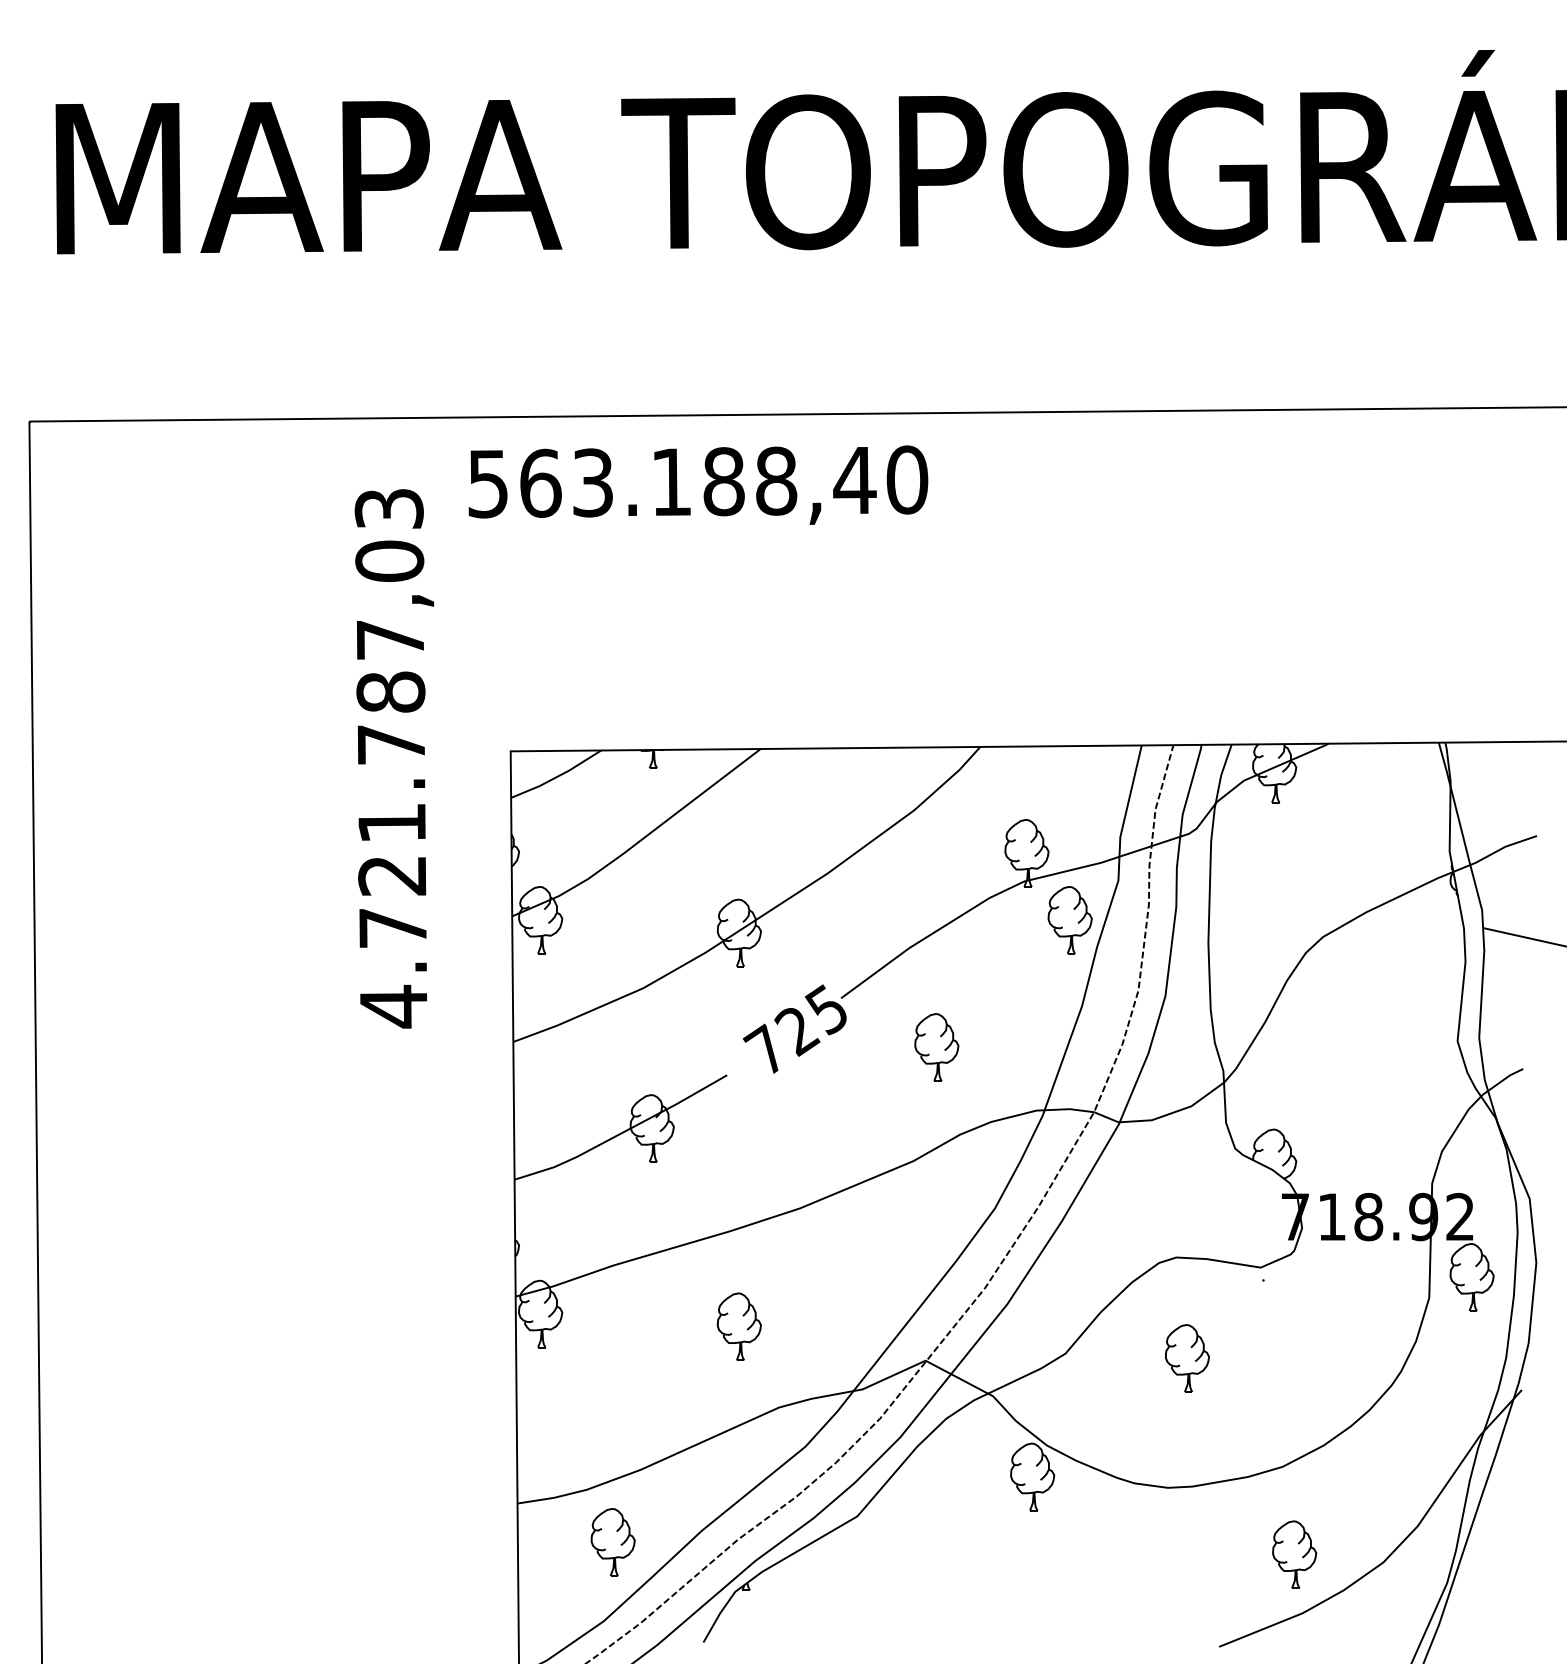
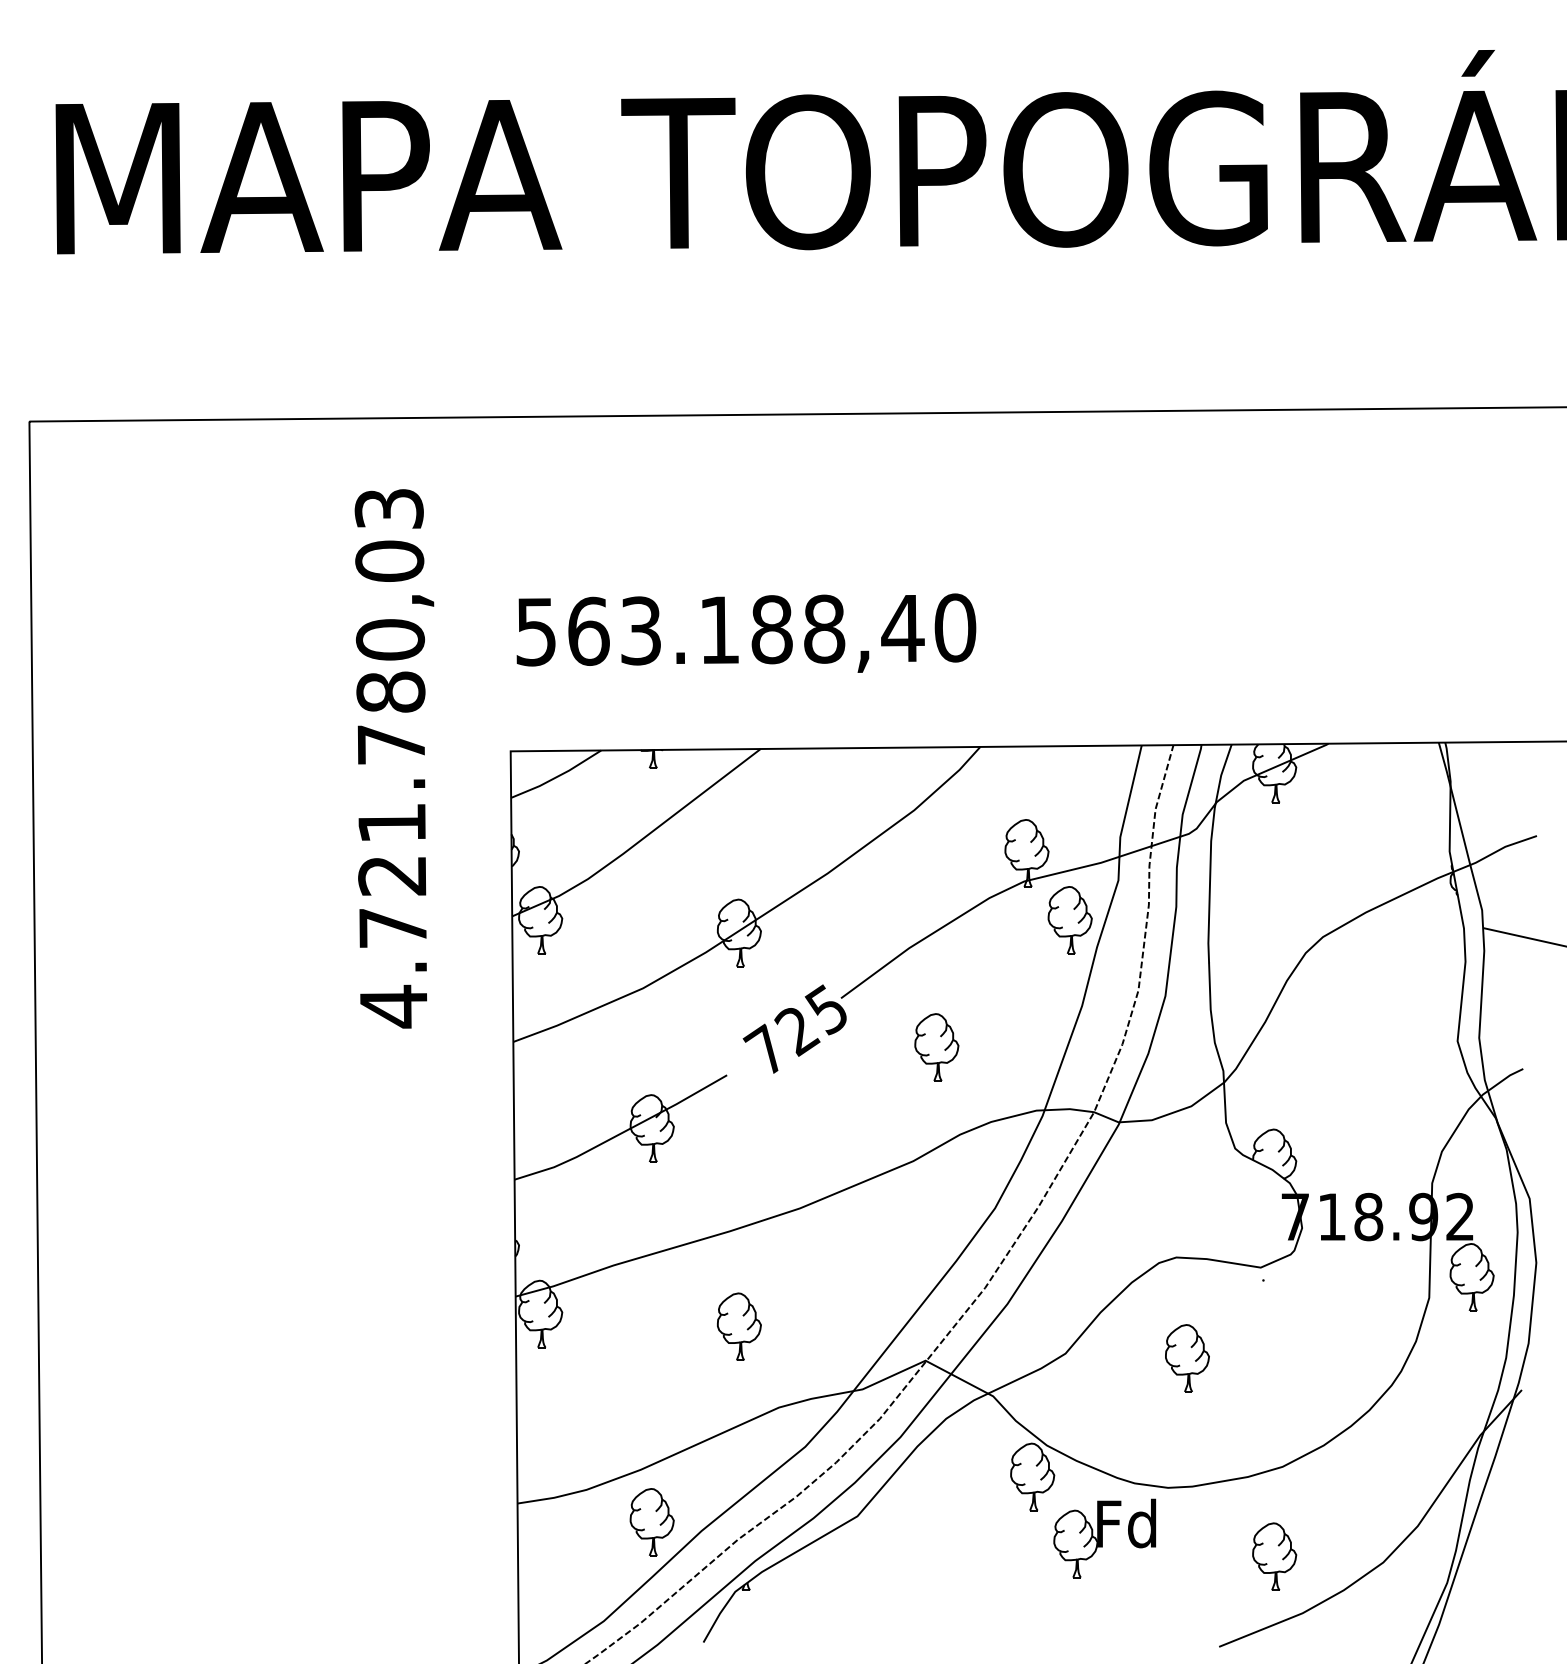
text at (698, 484) position: (698, 484) -> (746, 632)
text at (390, 639): 4.721.787,03 -> 4.721.780,03
part at (1104, 1538): none -> present
part at (612, 1542) position: (612, 1542) -> (651, 1522)
part at (1294, 1554) position: (1294, 1554) -> (1274, 1556)
